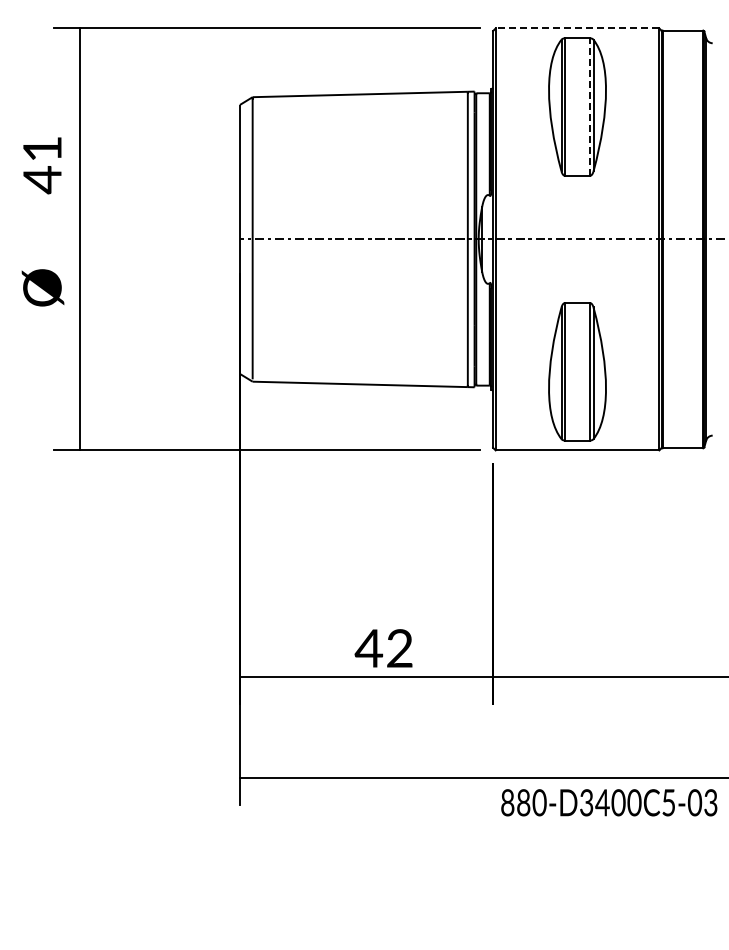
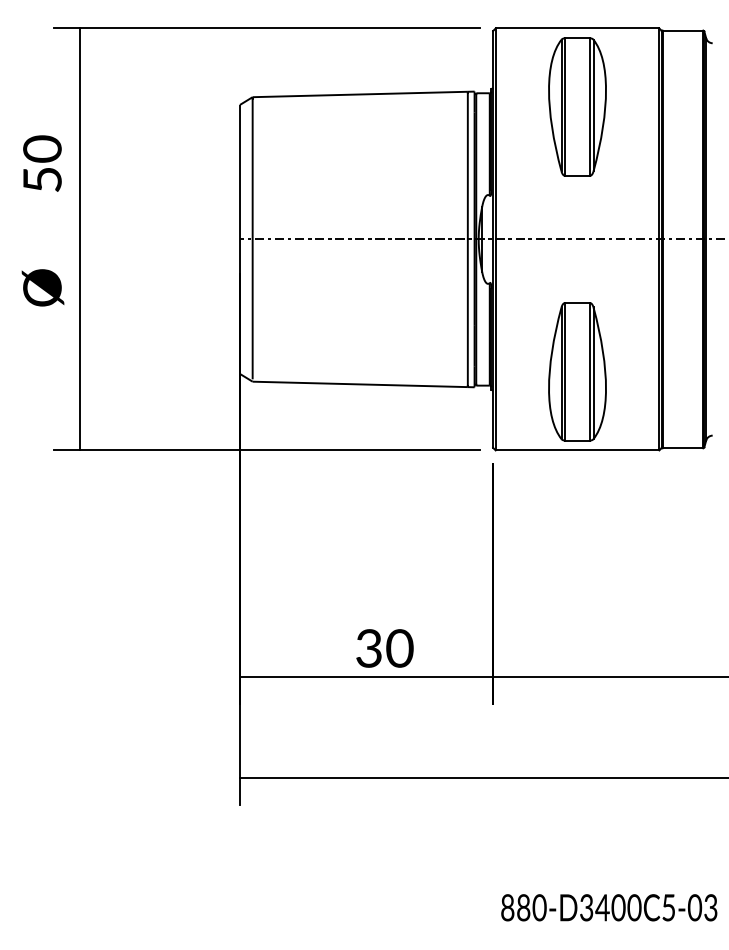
line at (577, 28): dashed -> solid
line at (589, 107): dashed -> solid
text at (42, 164): 41 -> 50
text at (383, 648): 42 -> 30
text at (609, 802) position: (609, 802) -> (609, 907)
